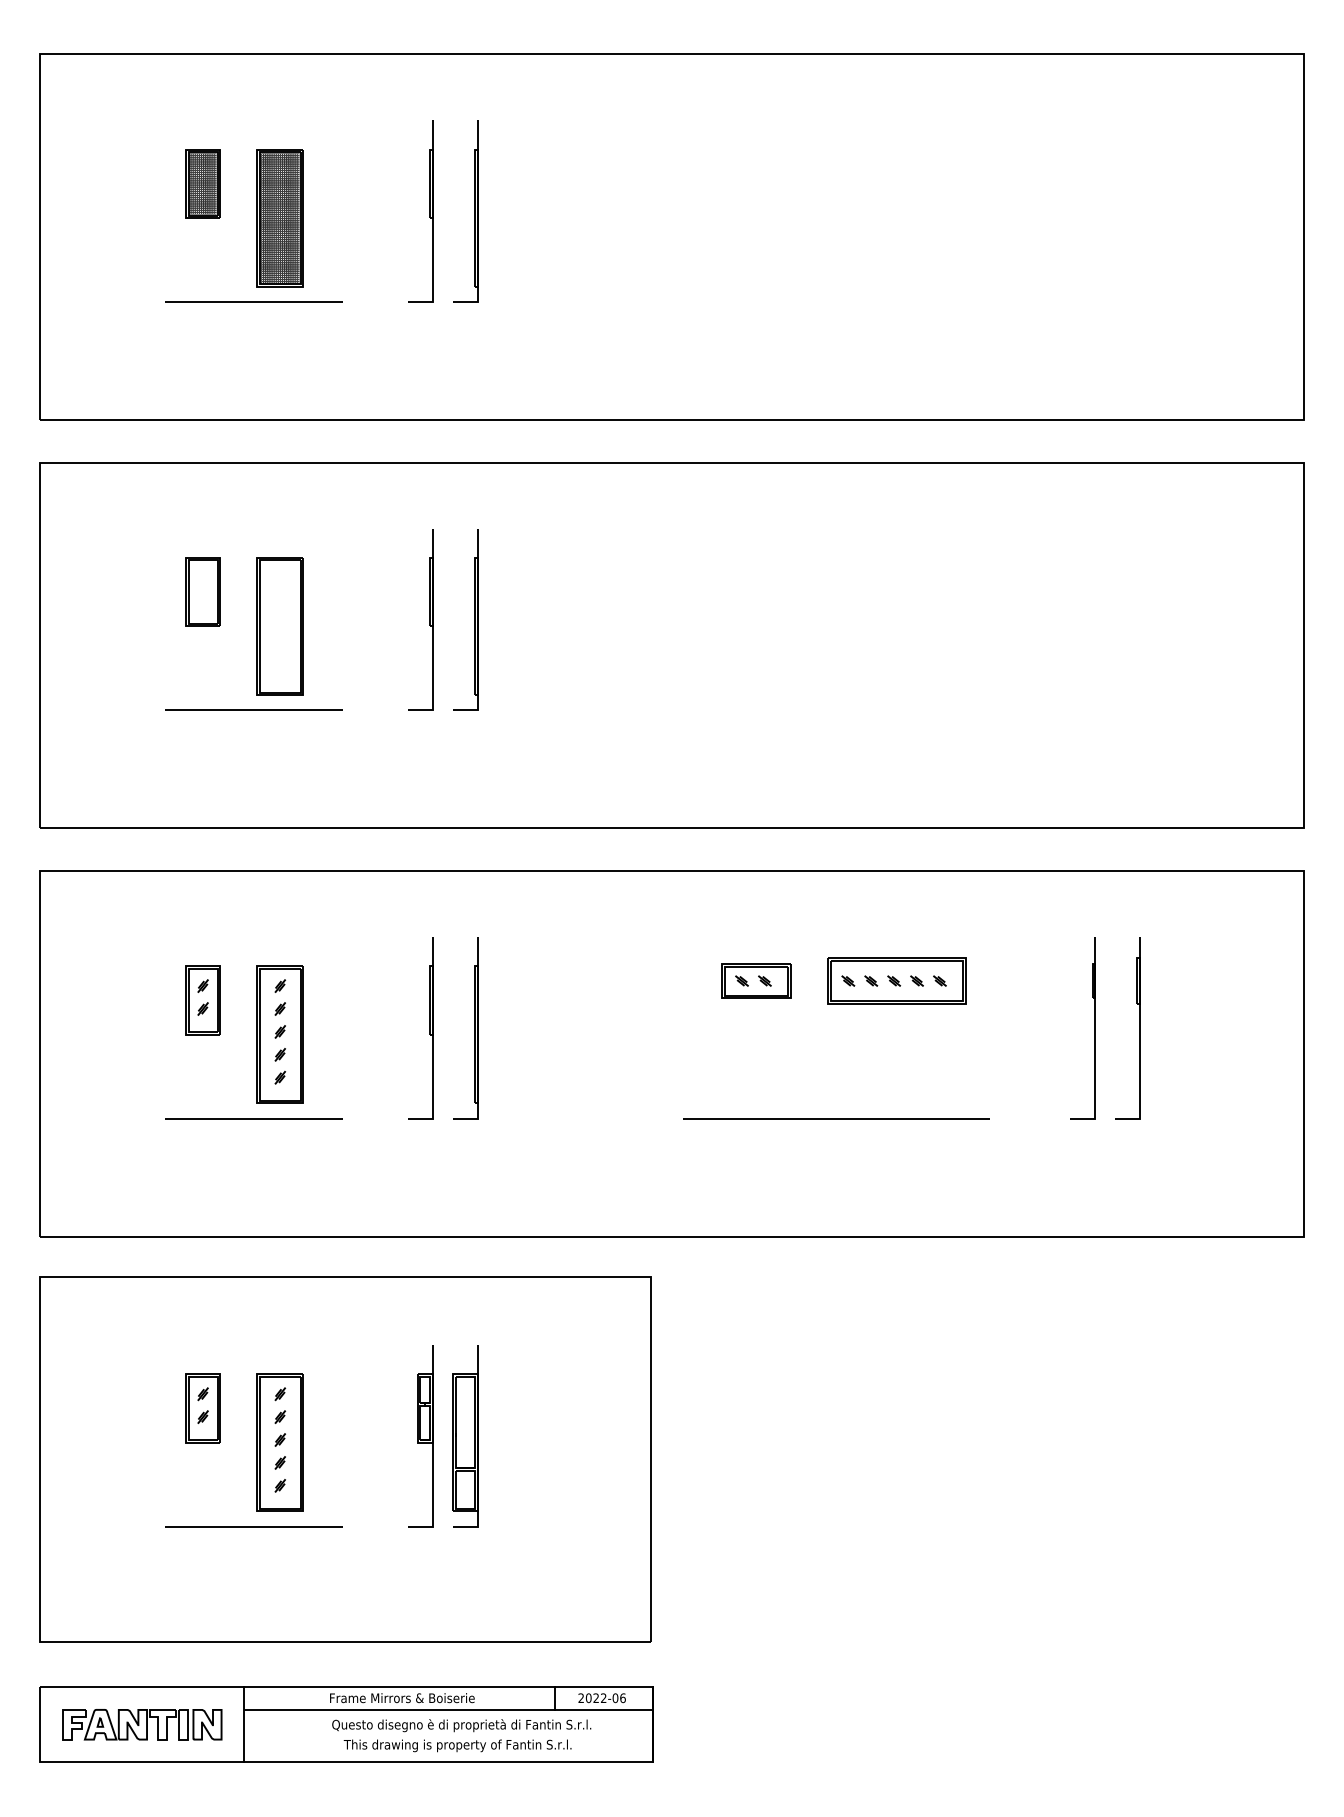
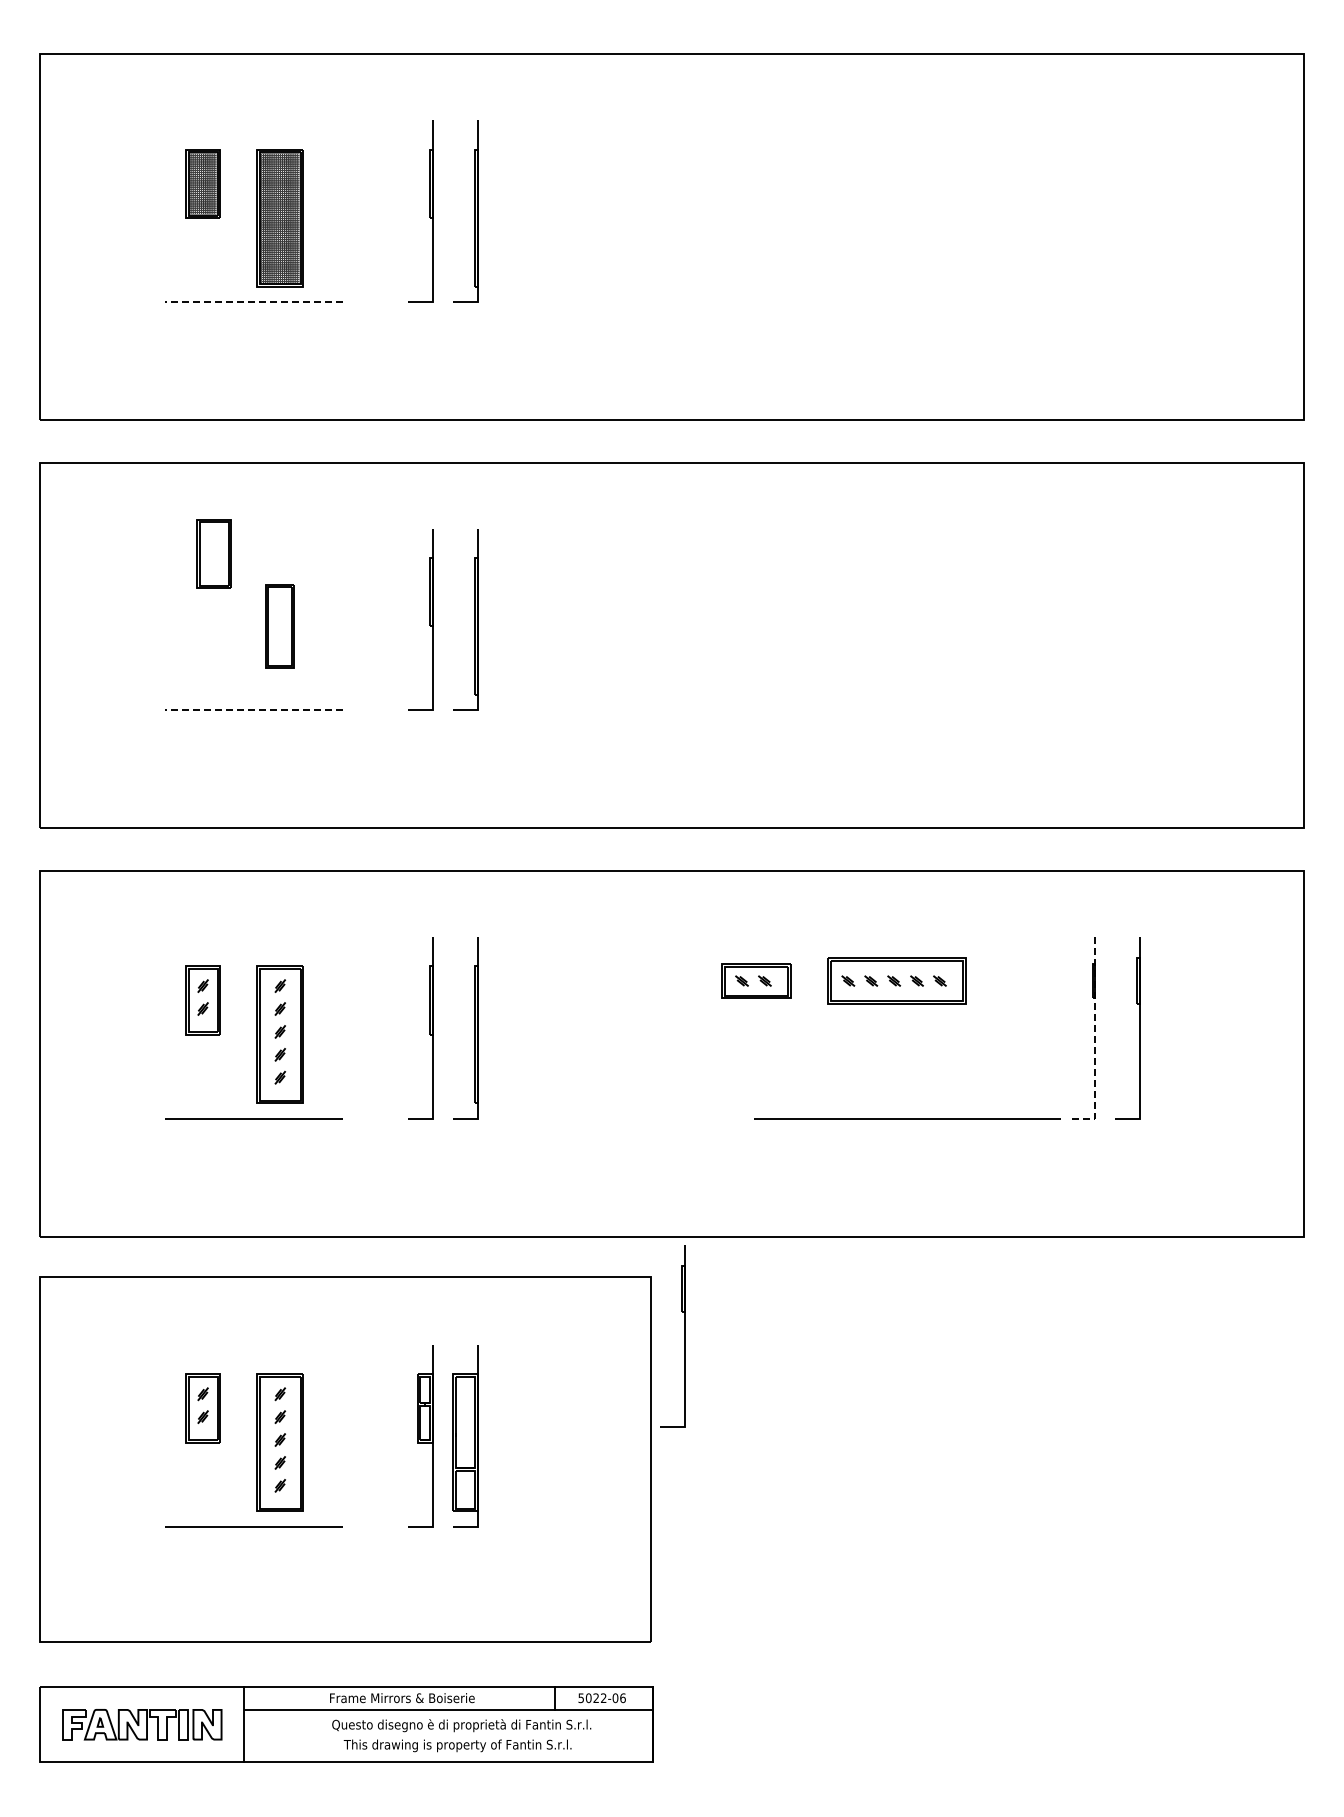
line at (253, 302): solid -> dashed
part at (202, 591) position: (202, 591) -> (213, 553)
part at (279, 626) size: 48x139 px -> 30x85 px
line at (253, 710): solid -> dashed
line at (1095, 1040): solid -> dashed
line at (836, 1118) position: (836, 1118) -> (907, 1118)
part at (684, 1336): none -> present
text at (580, 1698): 2022-06 -> 5022-06
